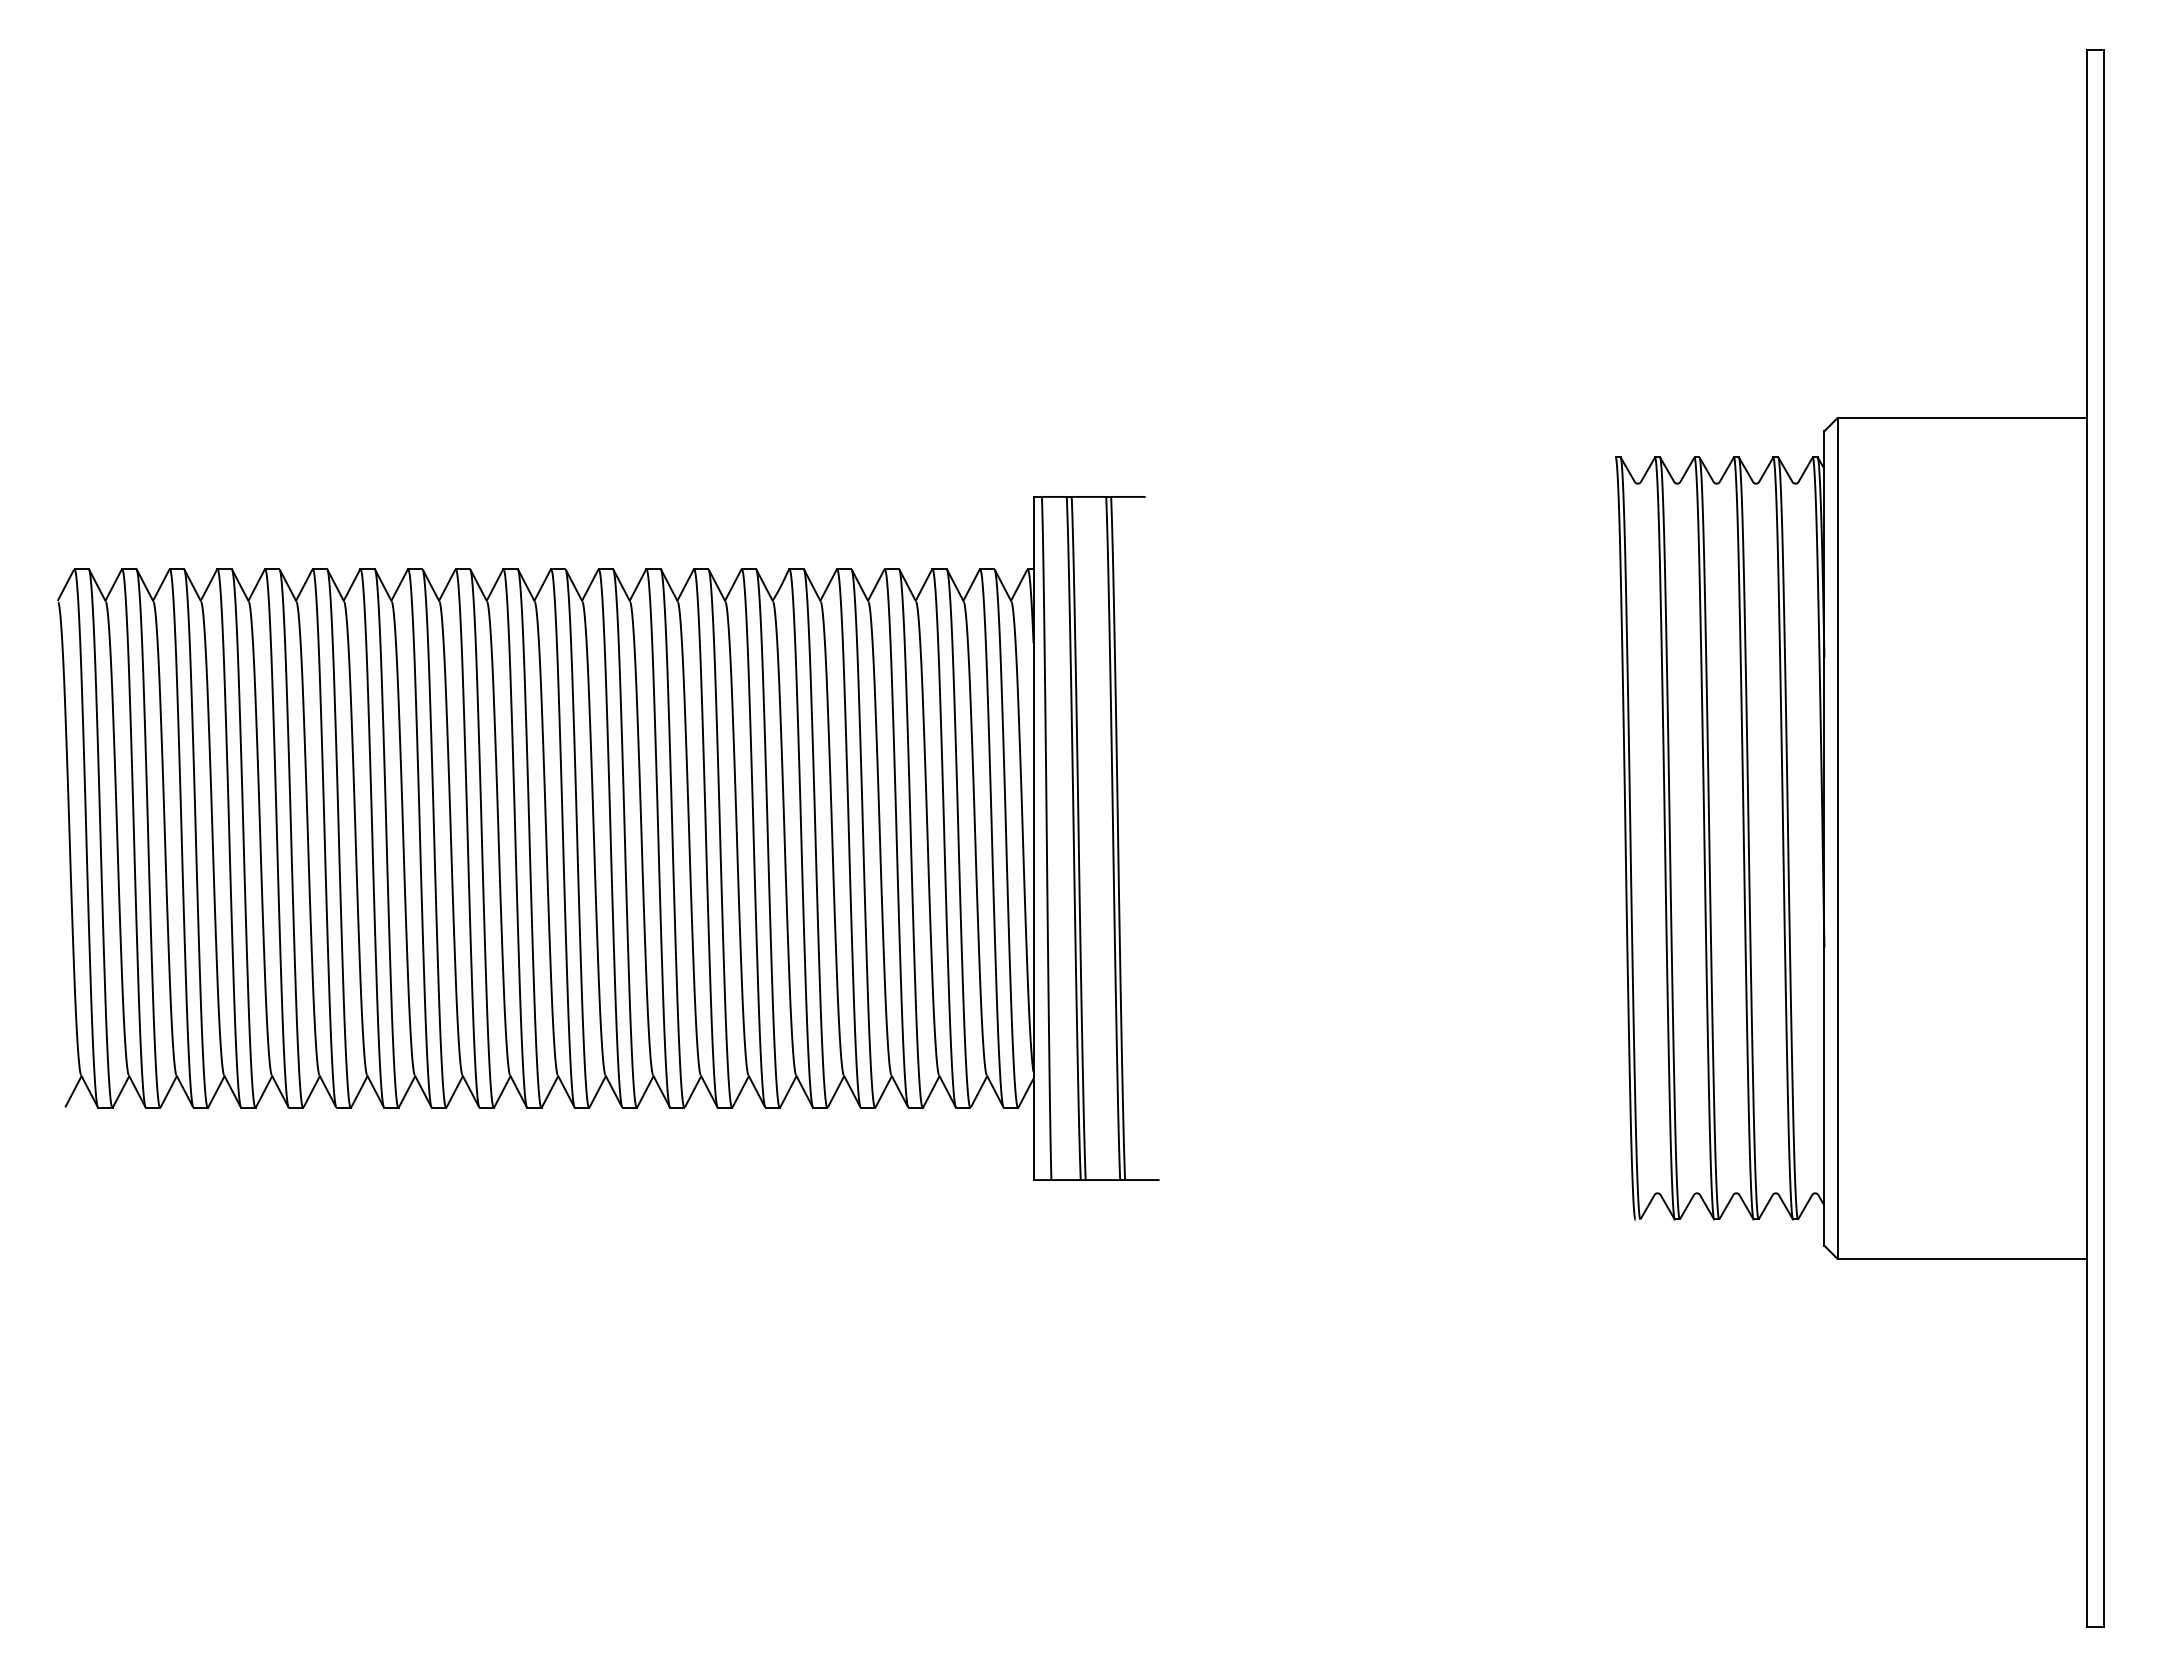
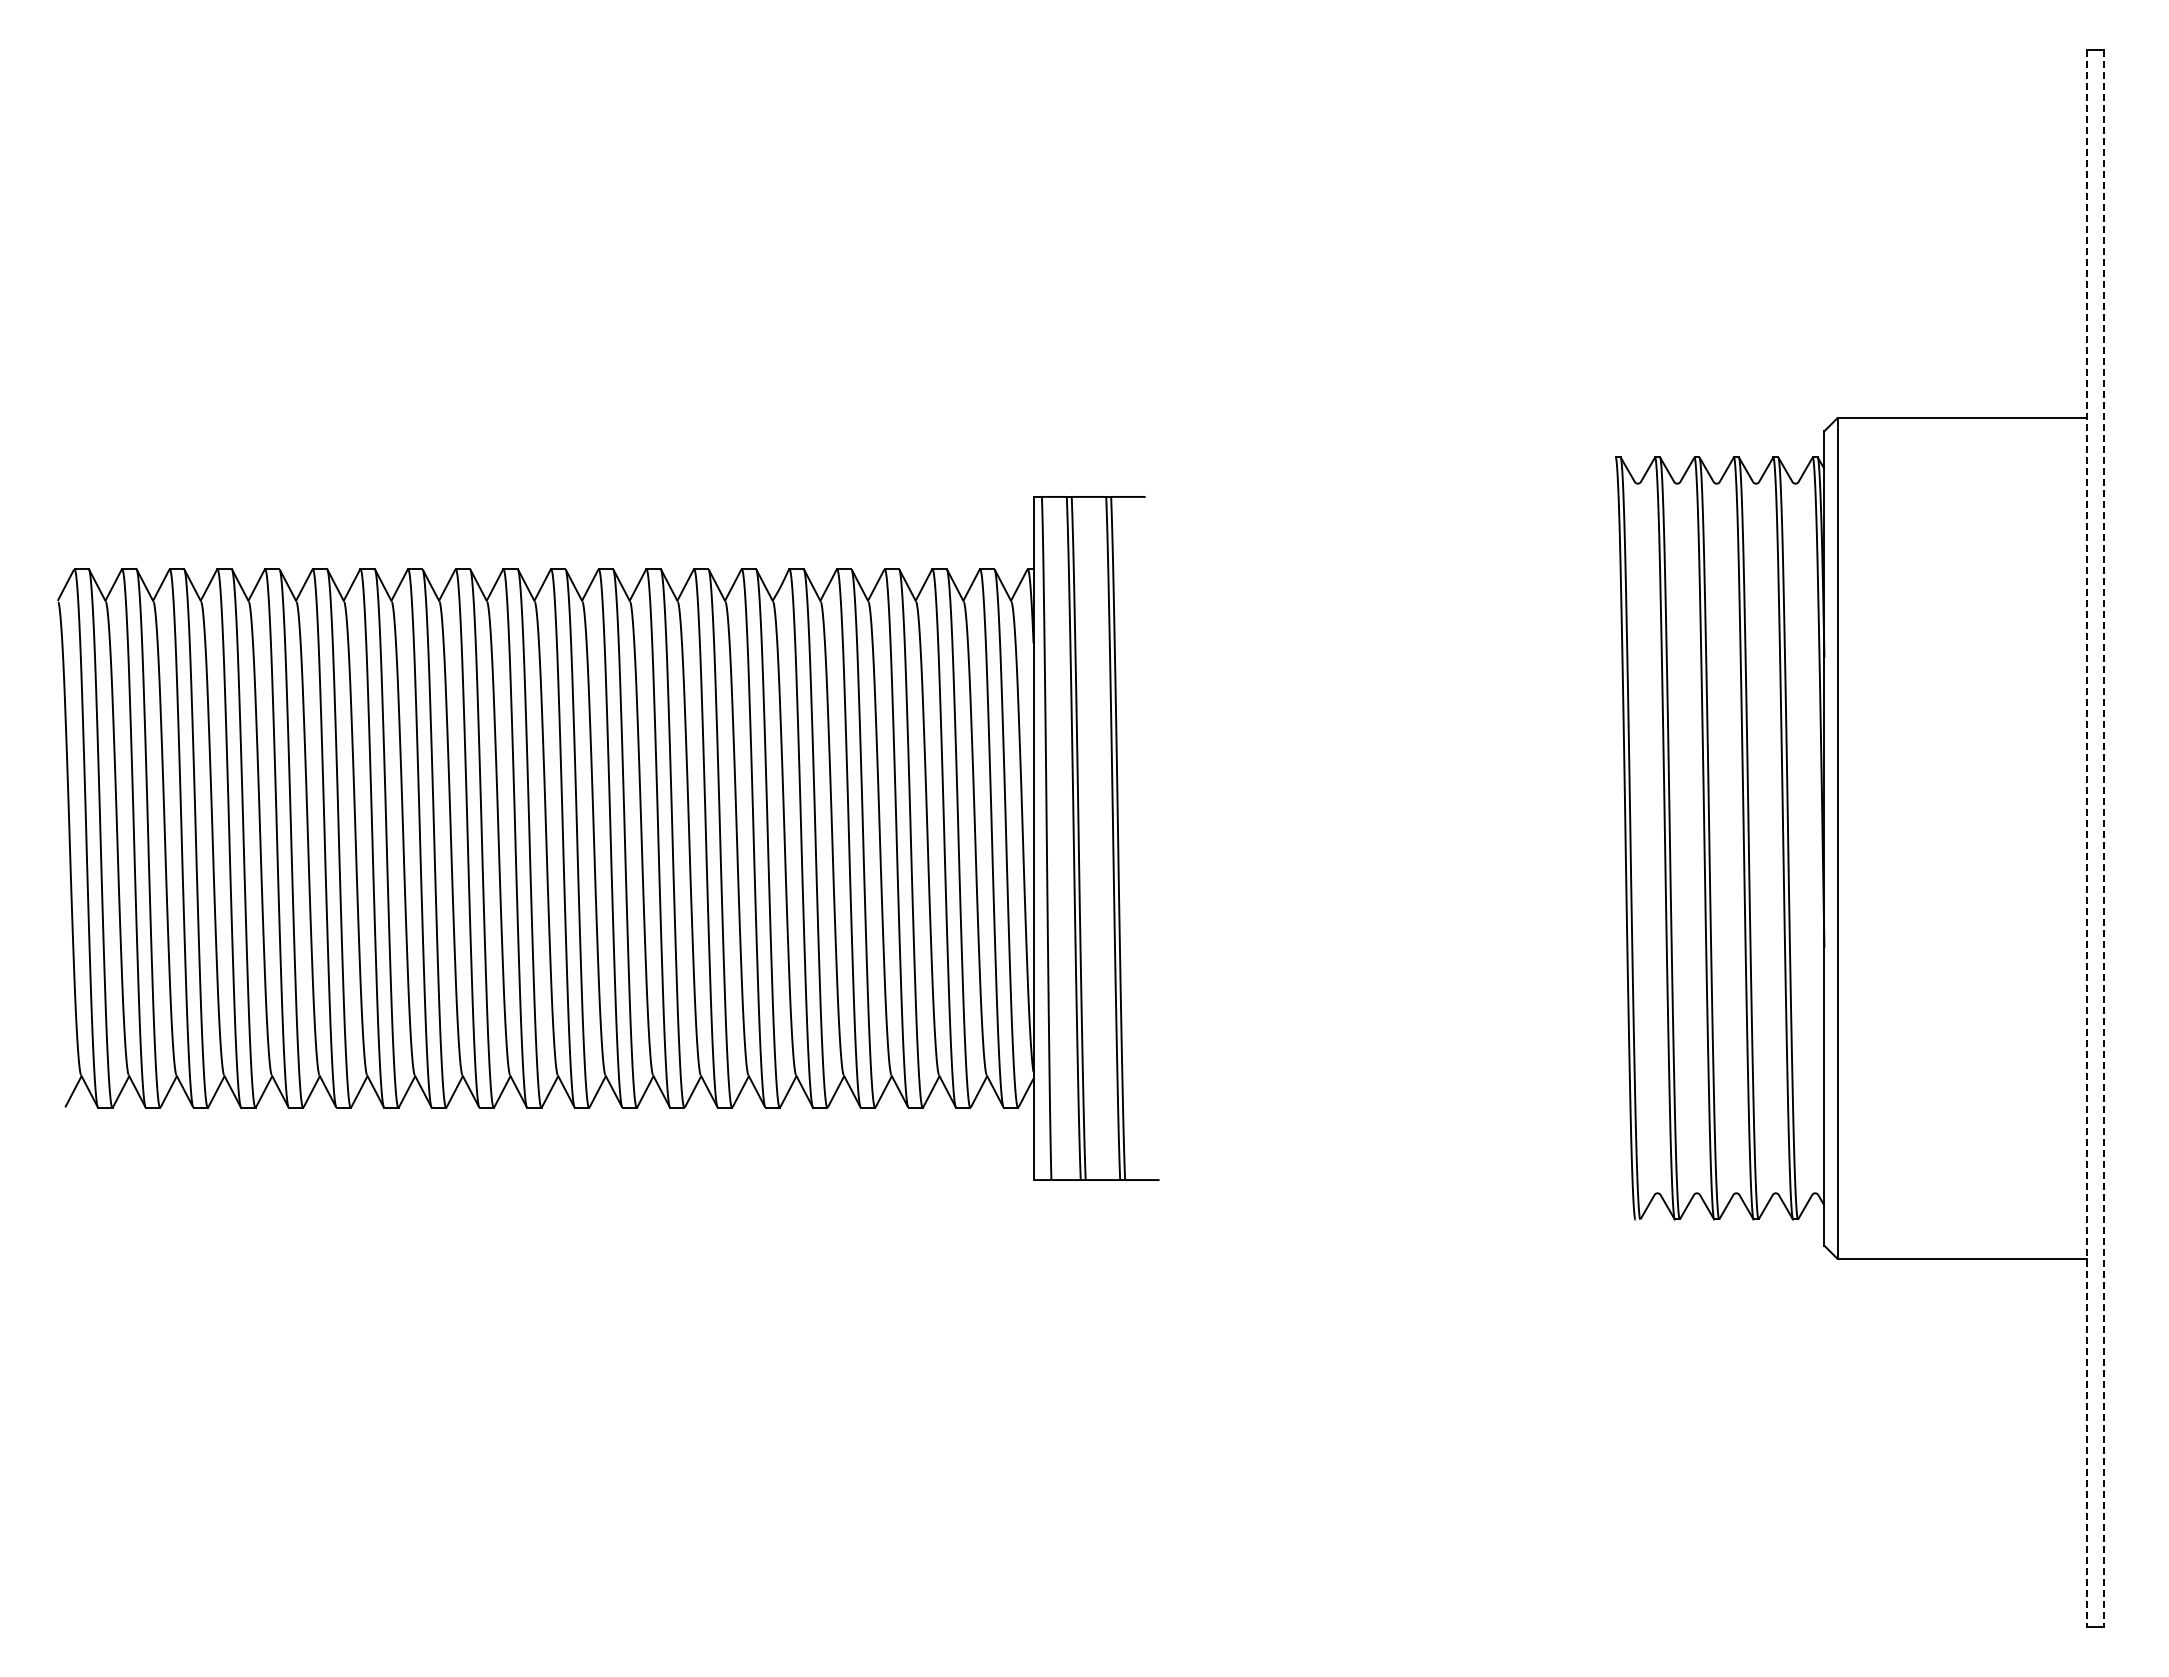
line at (2087, 838): solid -> dashed
line at (2103, 838): solid -> dashed
